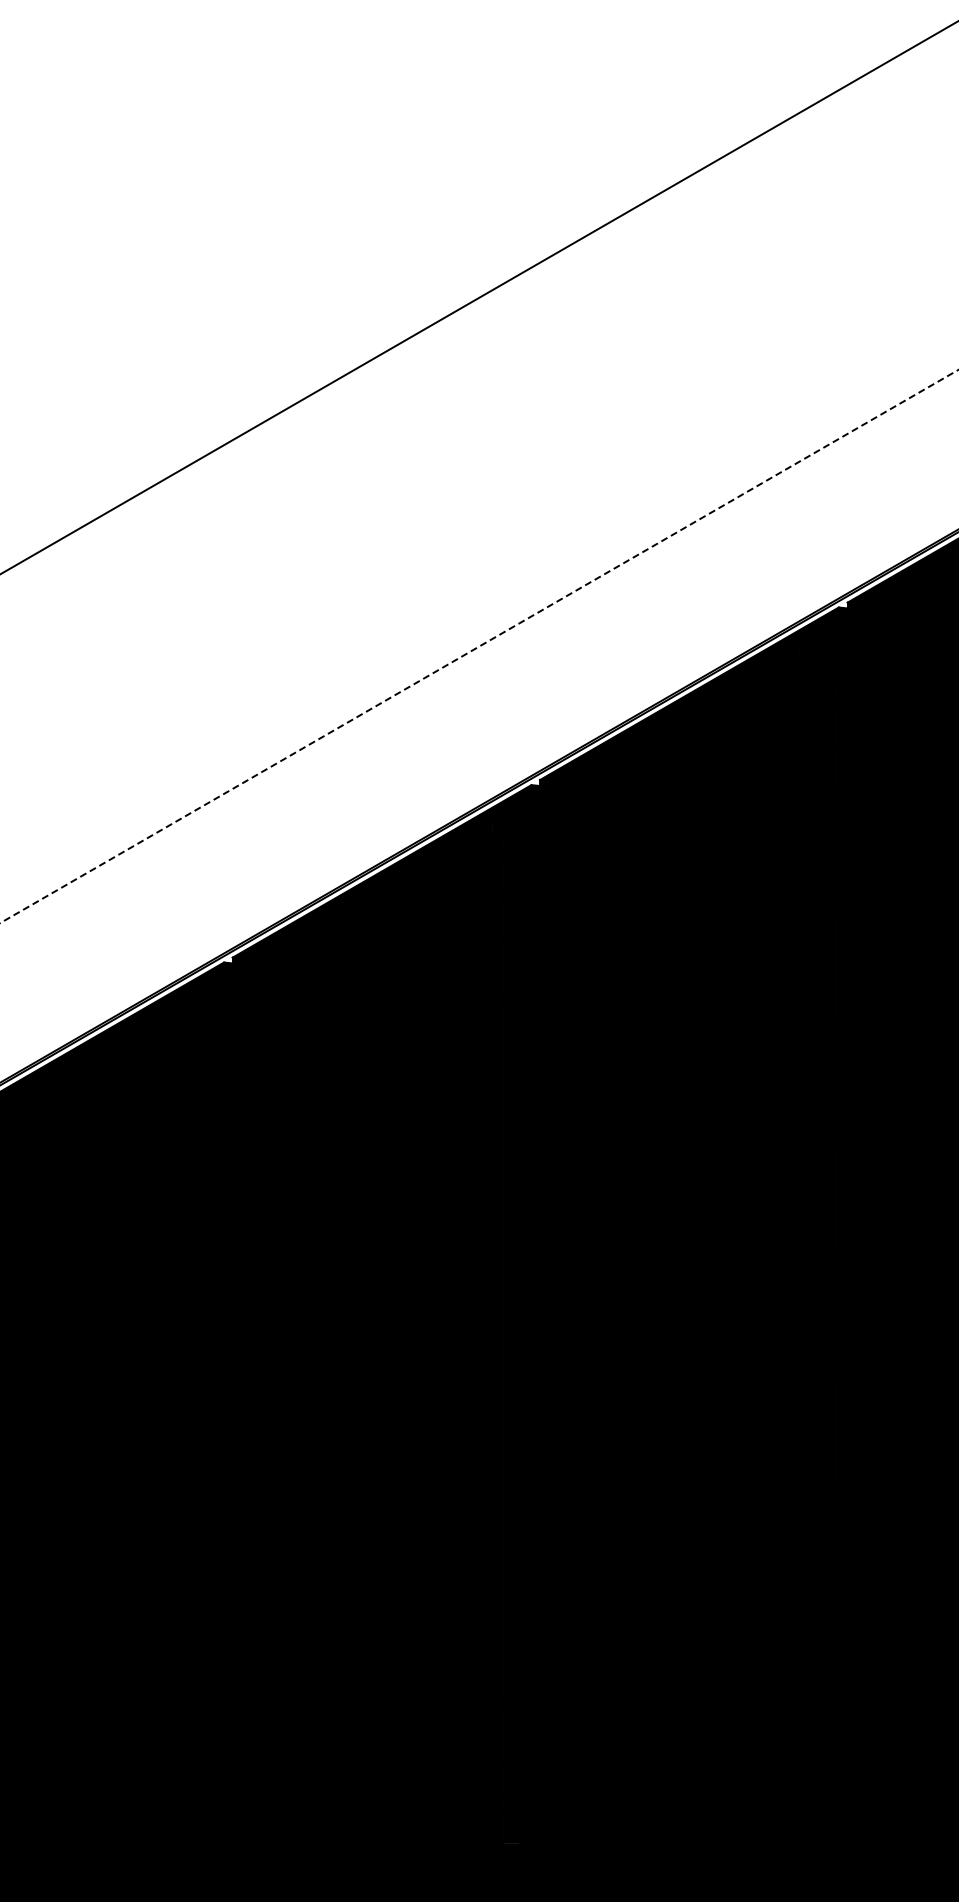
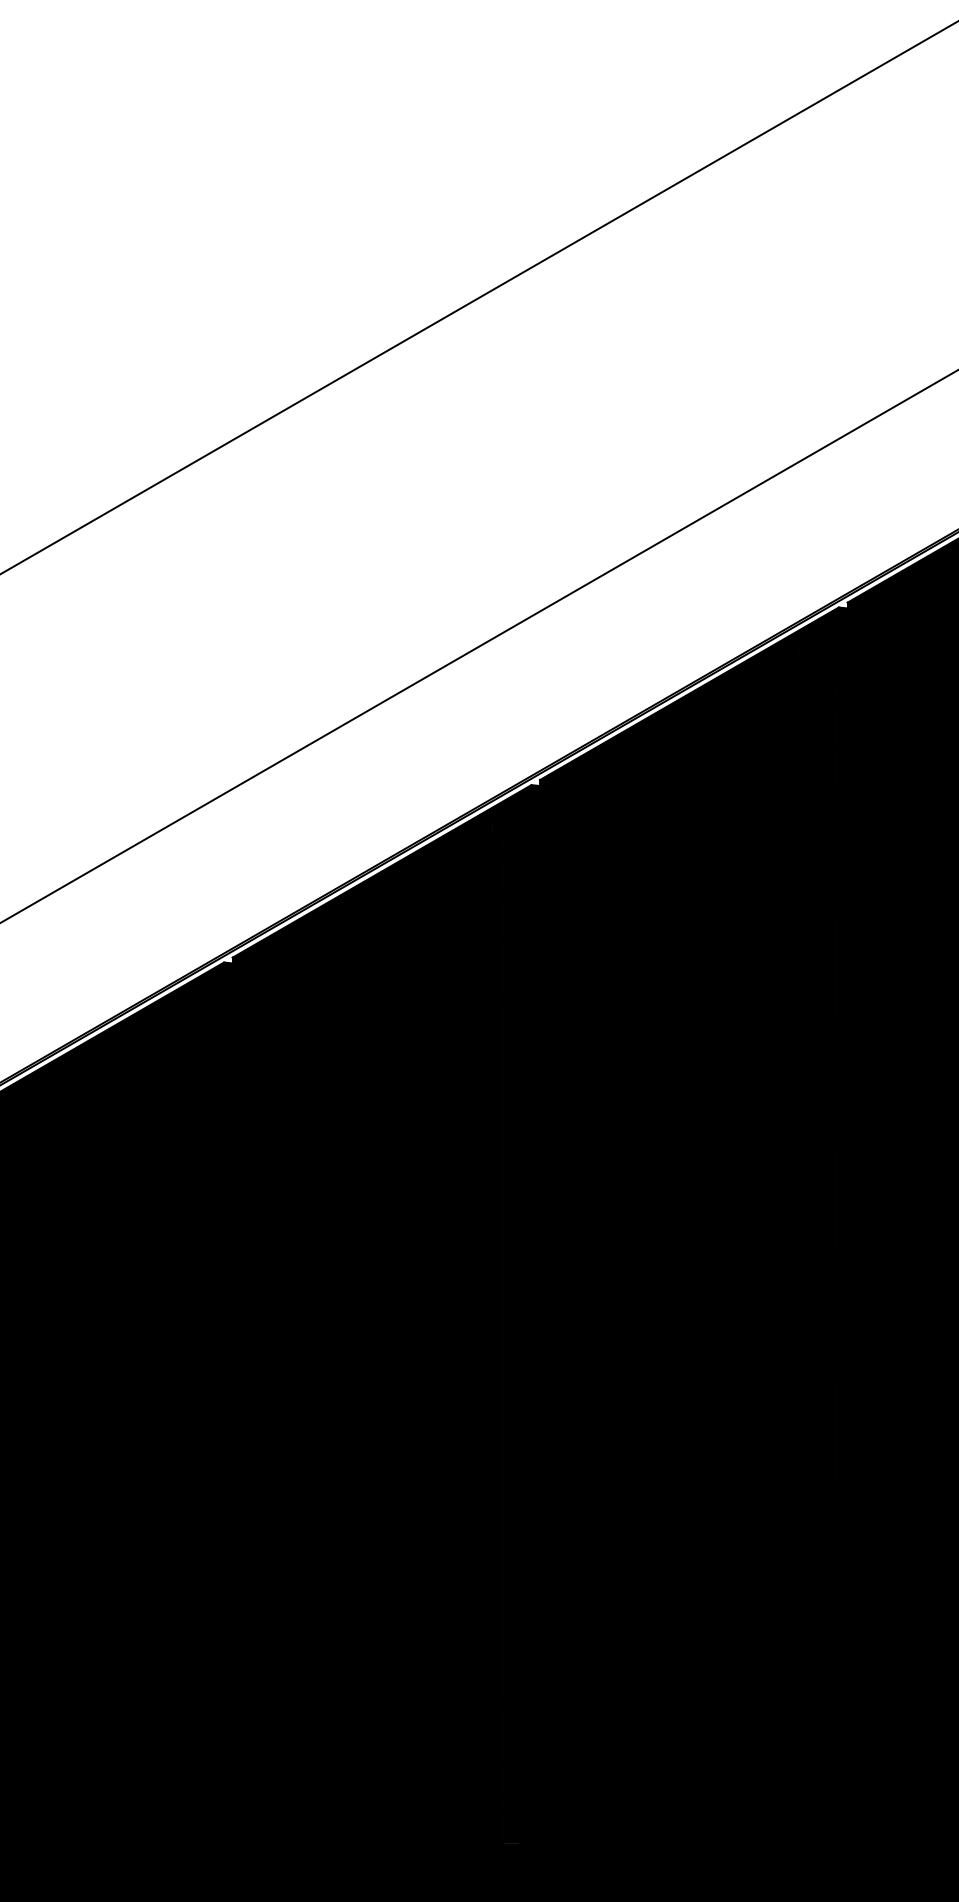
line at (479, 646): dashed -> solid
